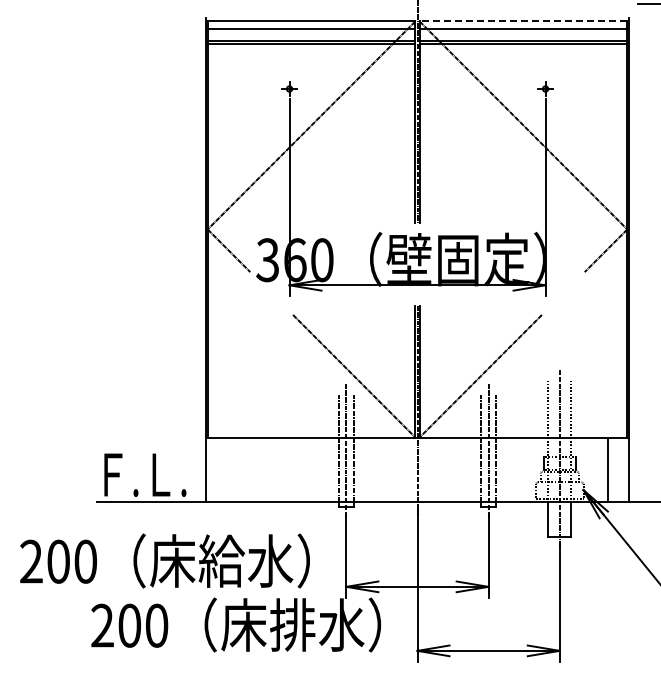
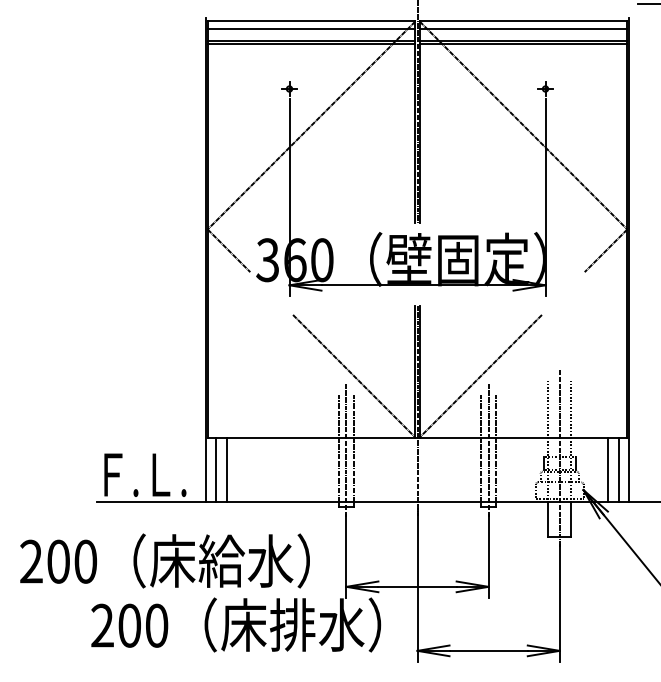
line at (523, 21): dashed -> solid
line at (216, 469): none -> present
line at (226, 469): none -> present
line at (618, 469): none -> present
